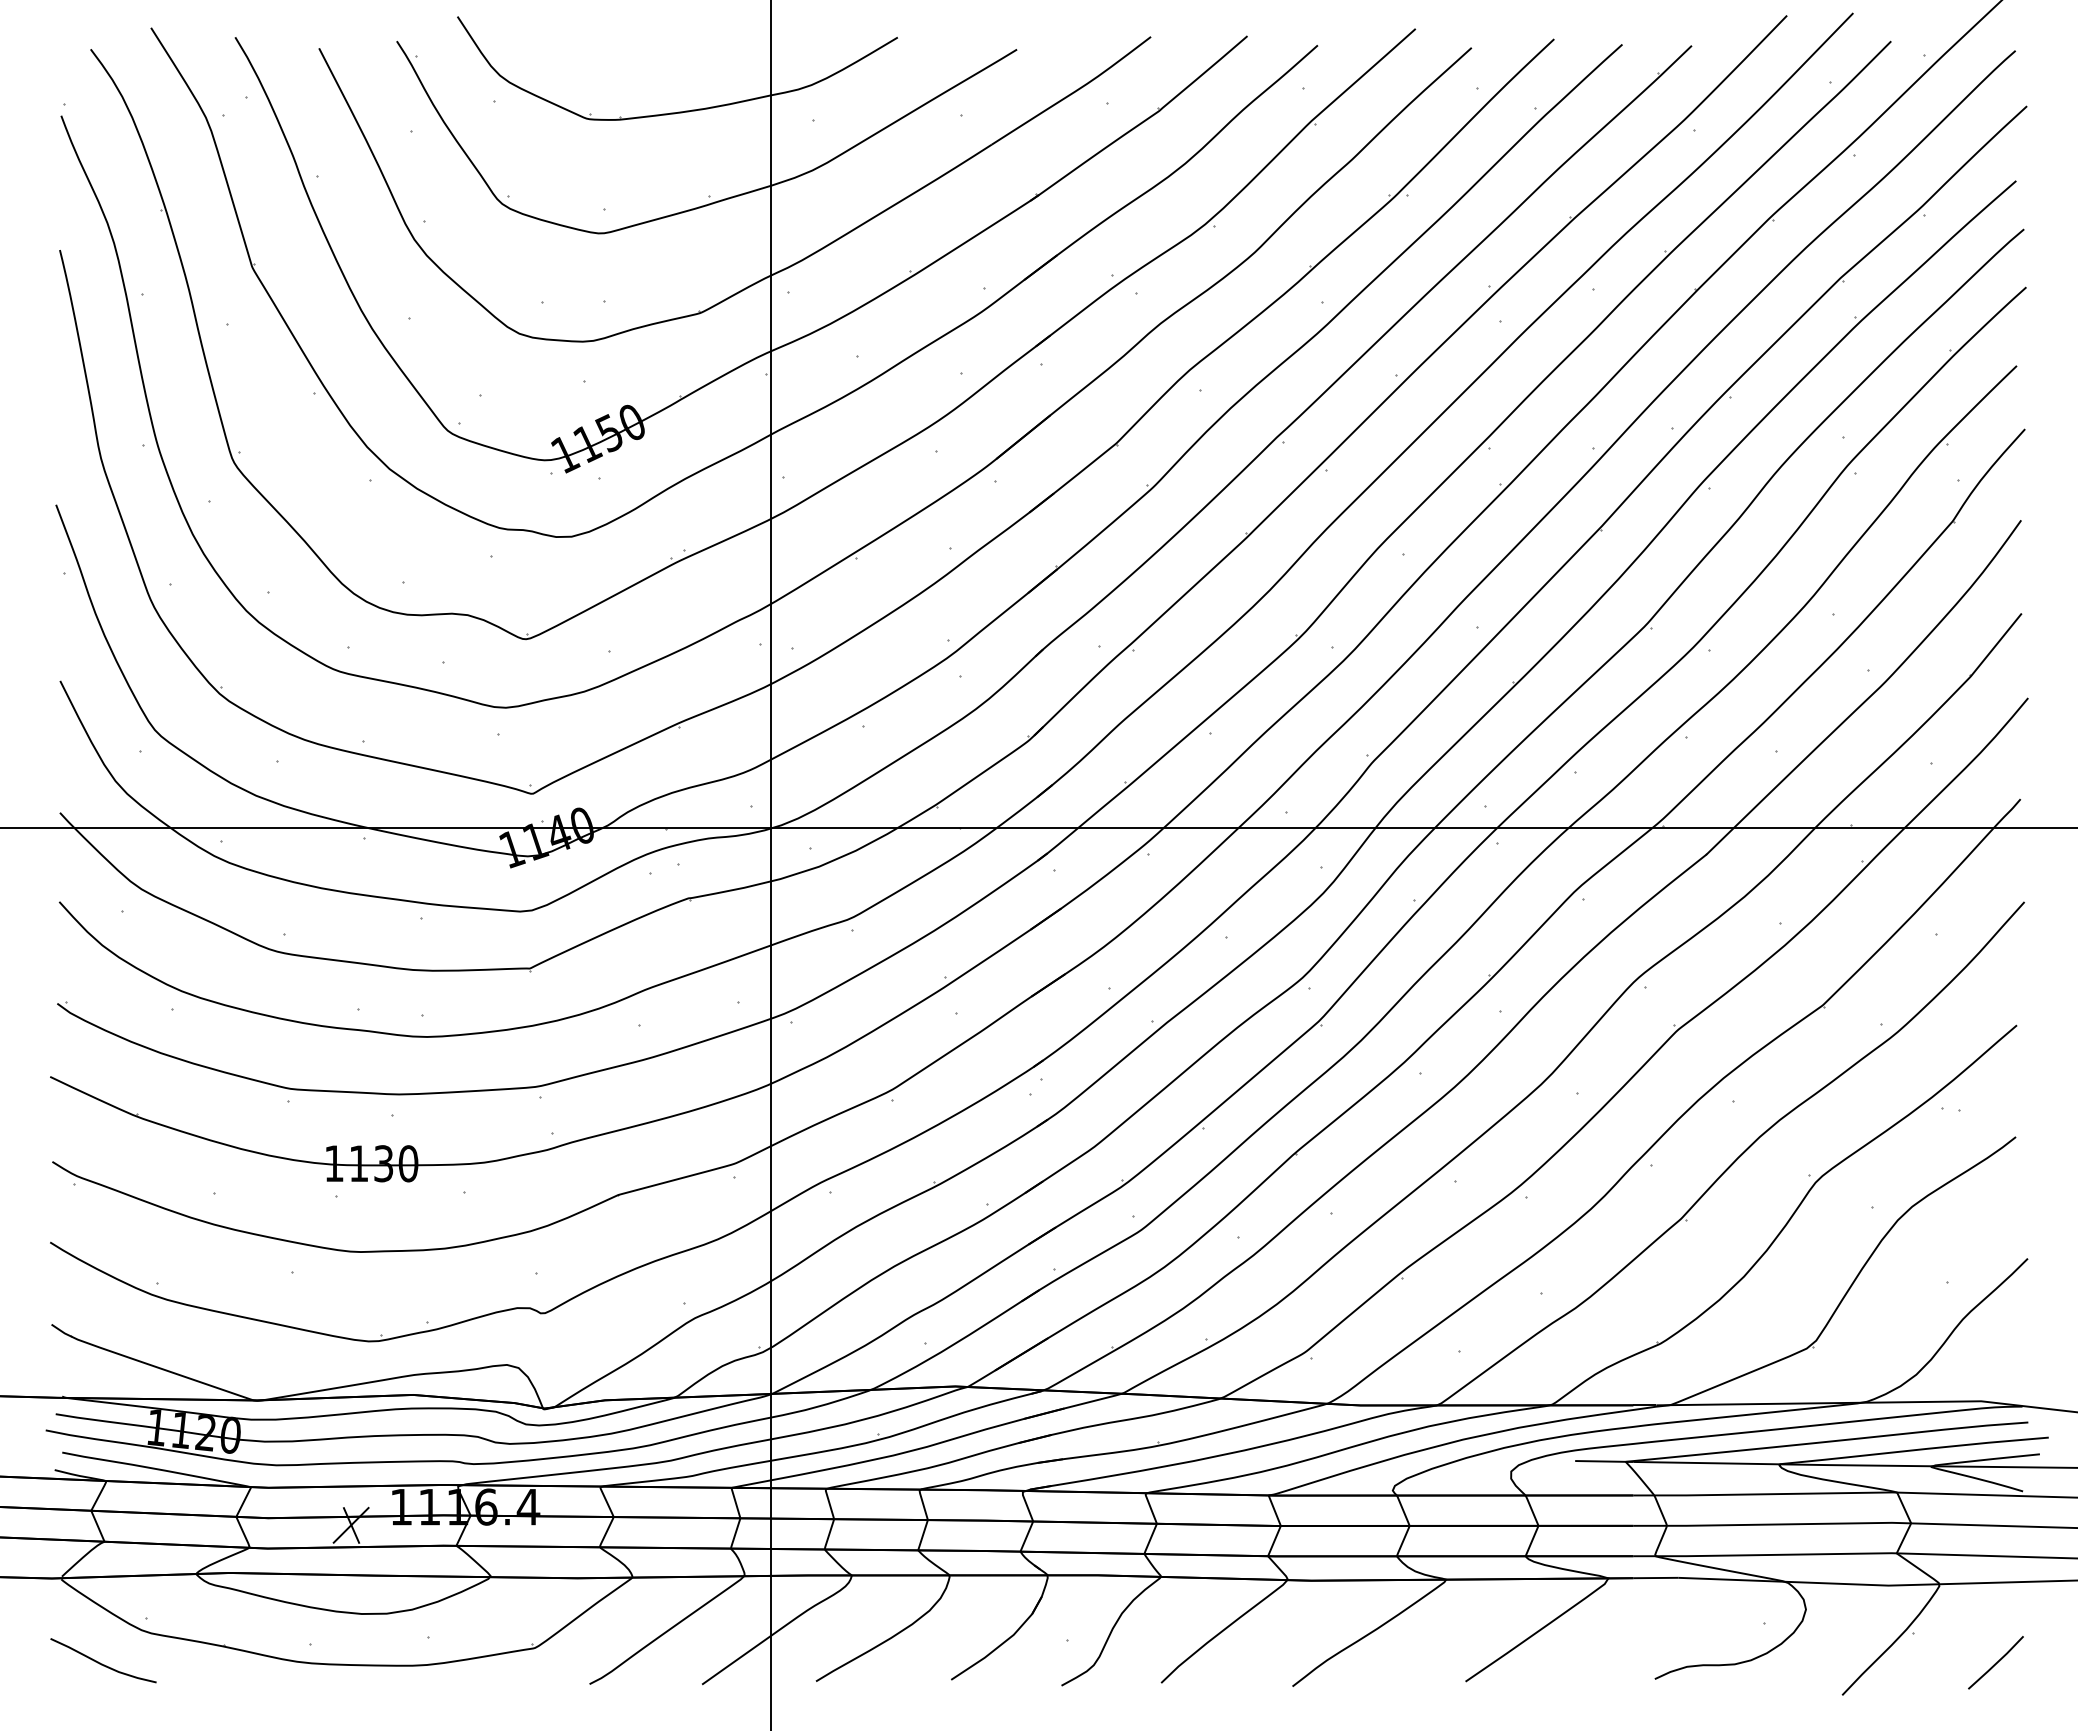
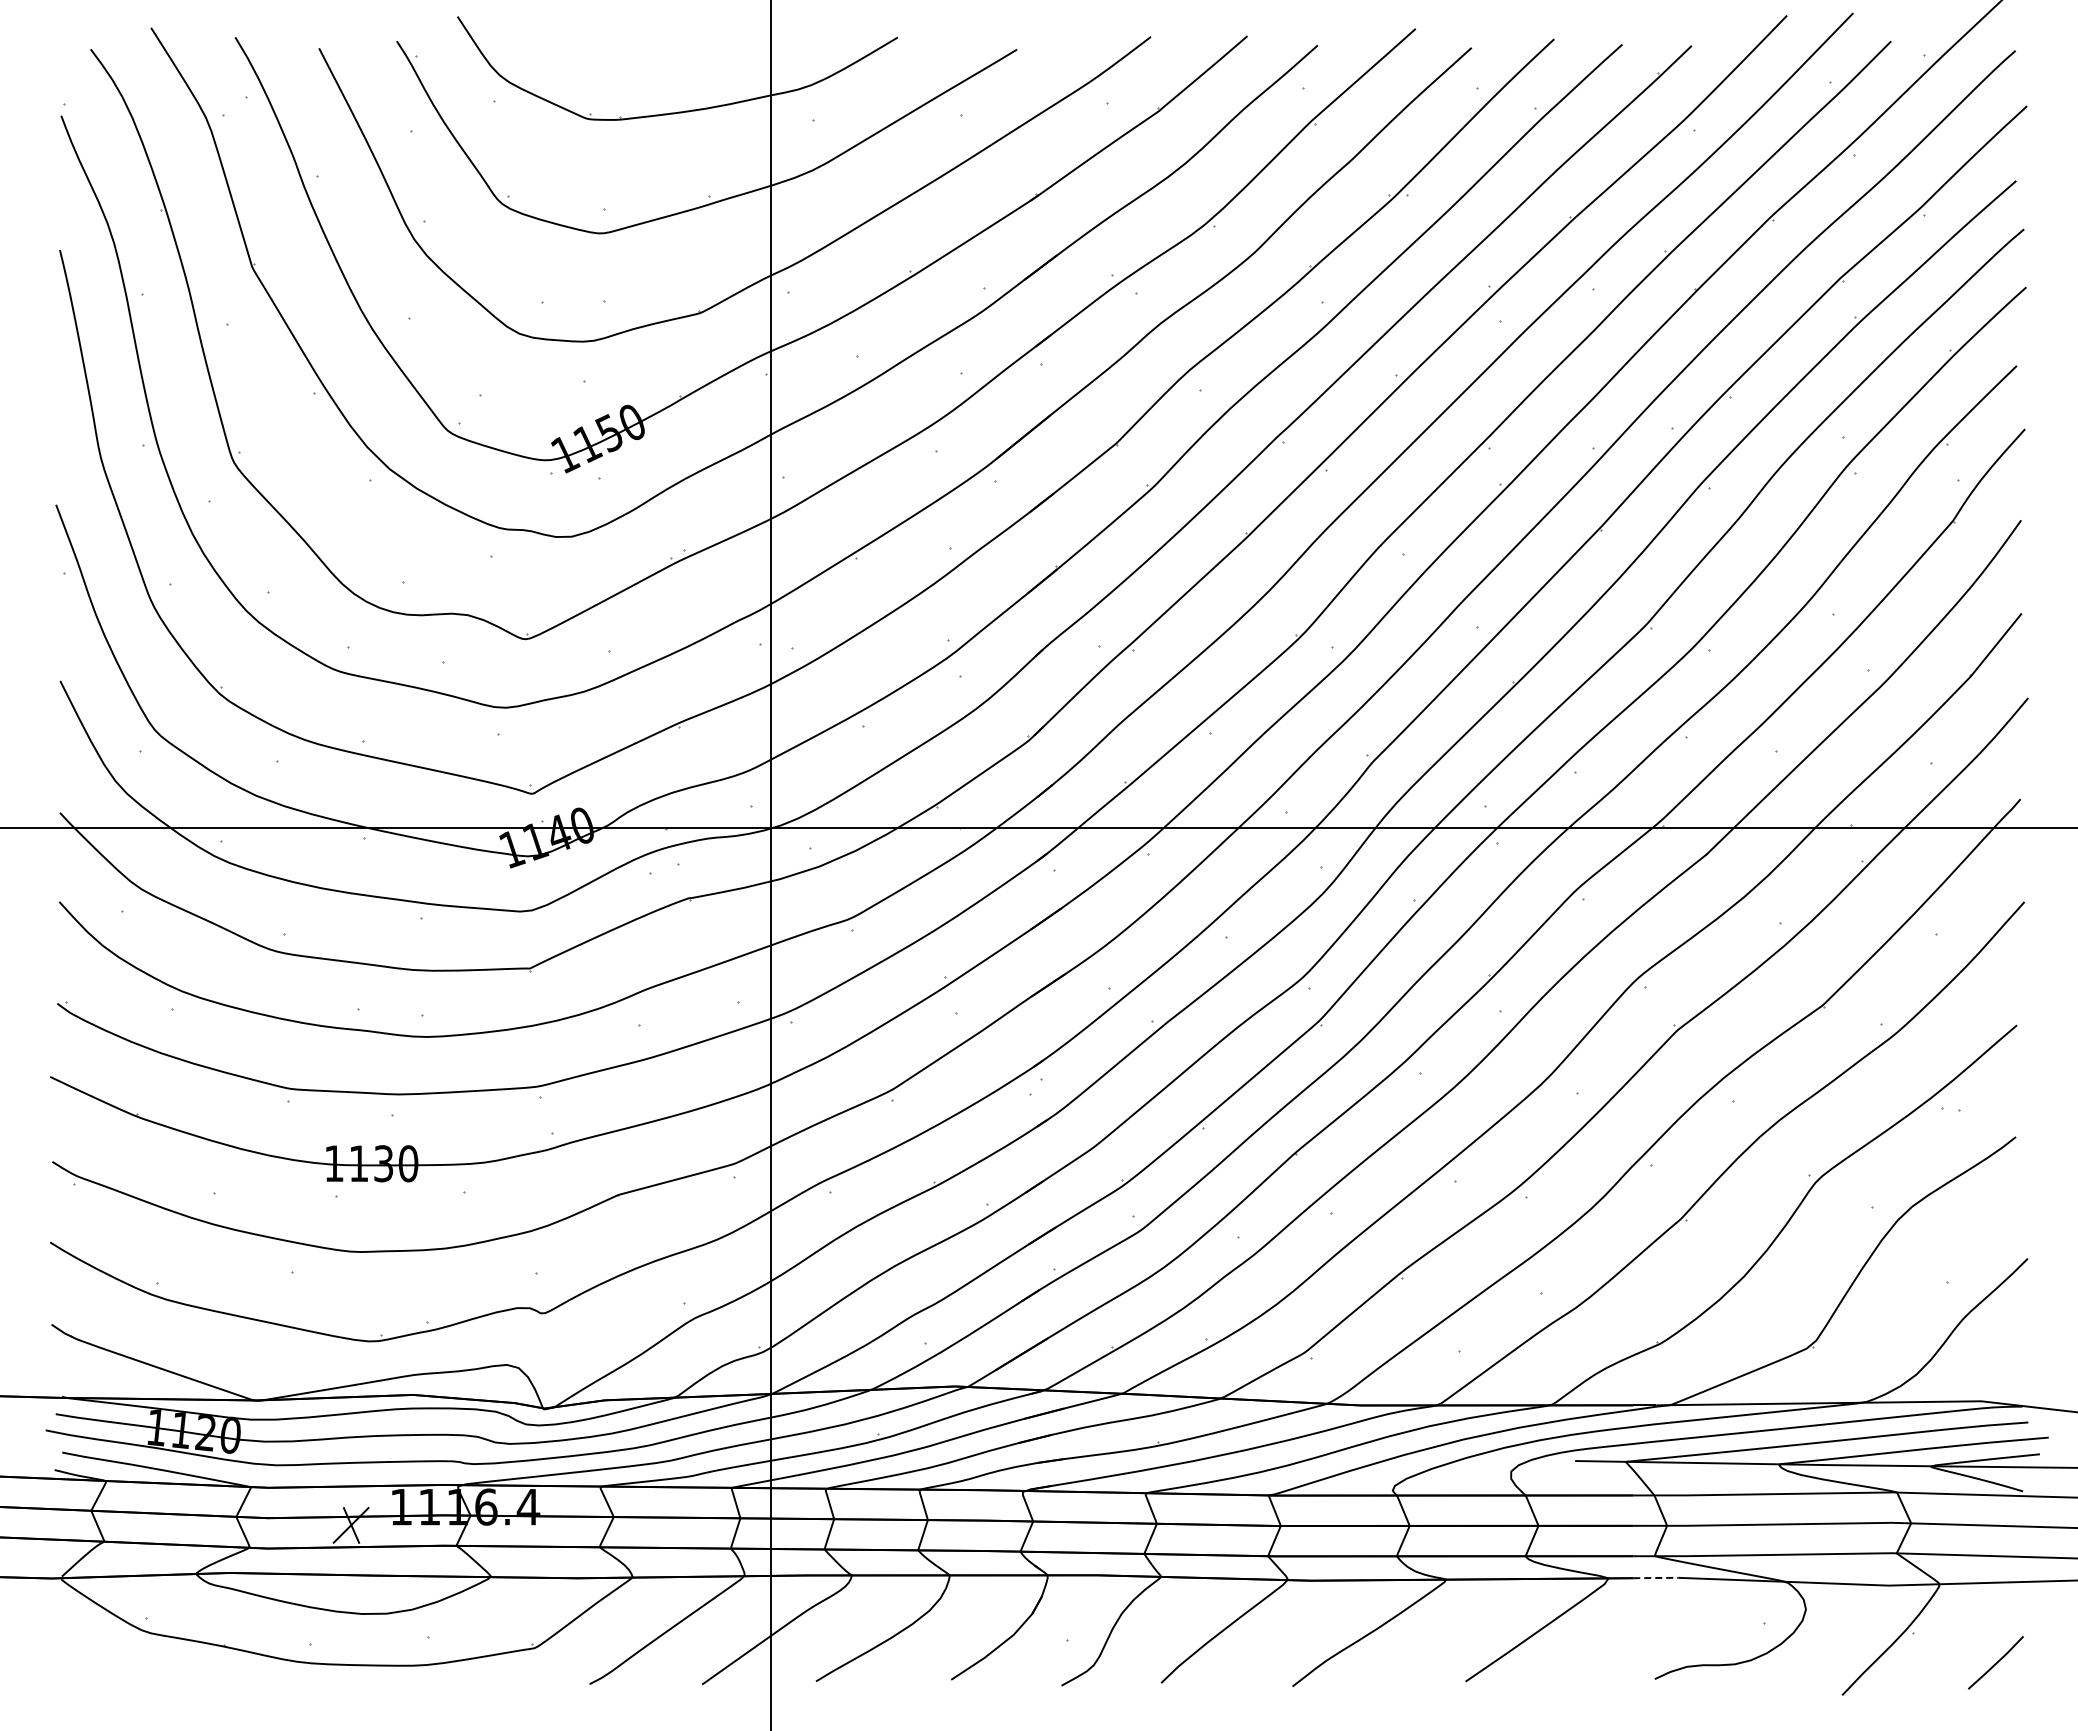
line at (1655, 1578): solid -> dashed
curve at (102, 1663): present -> none
